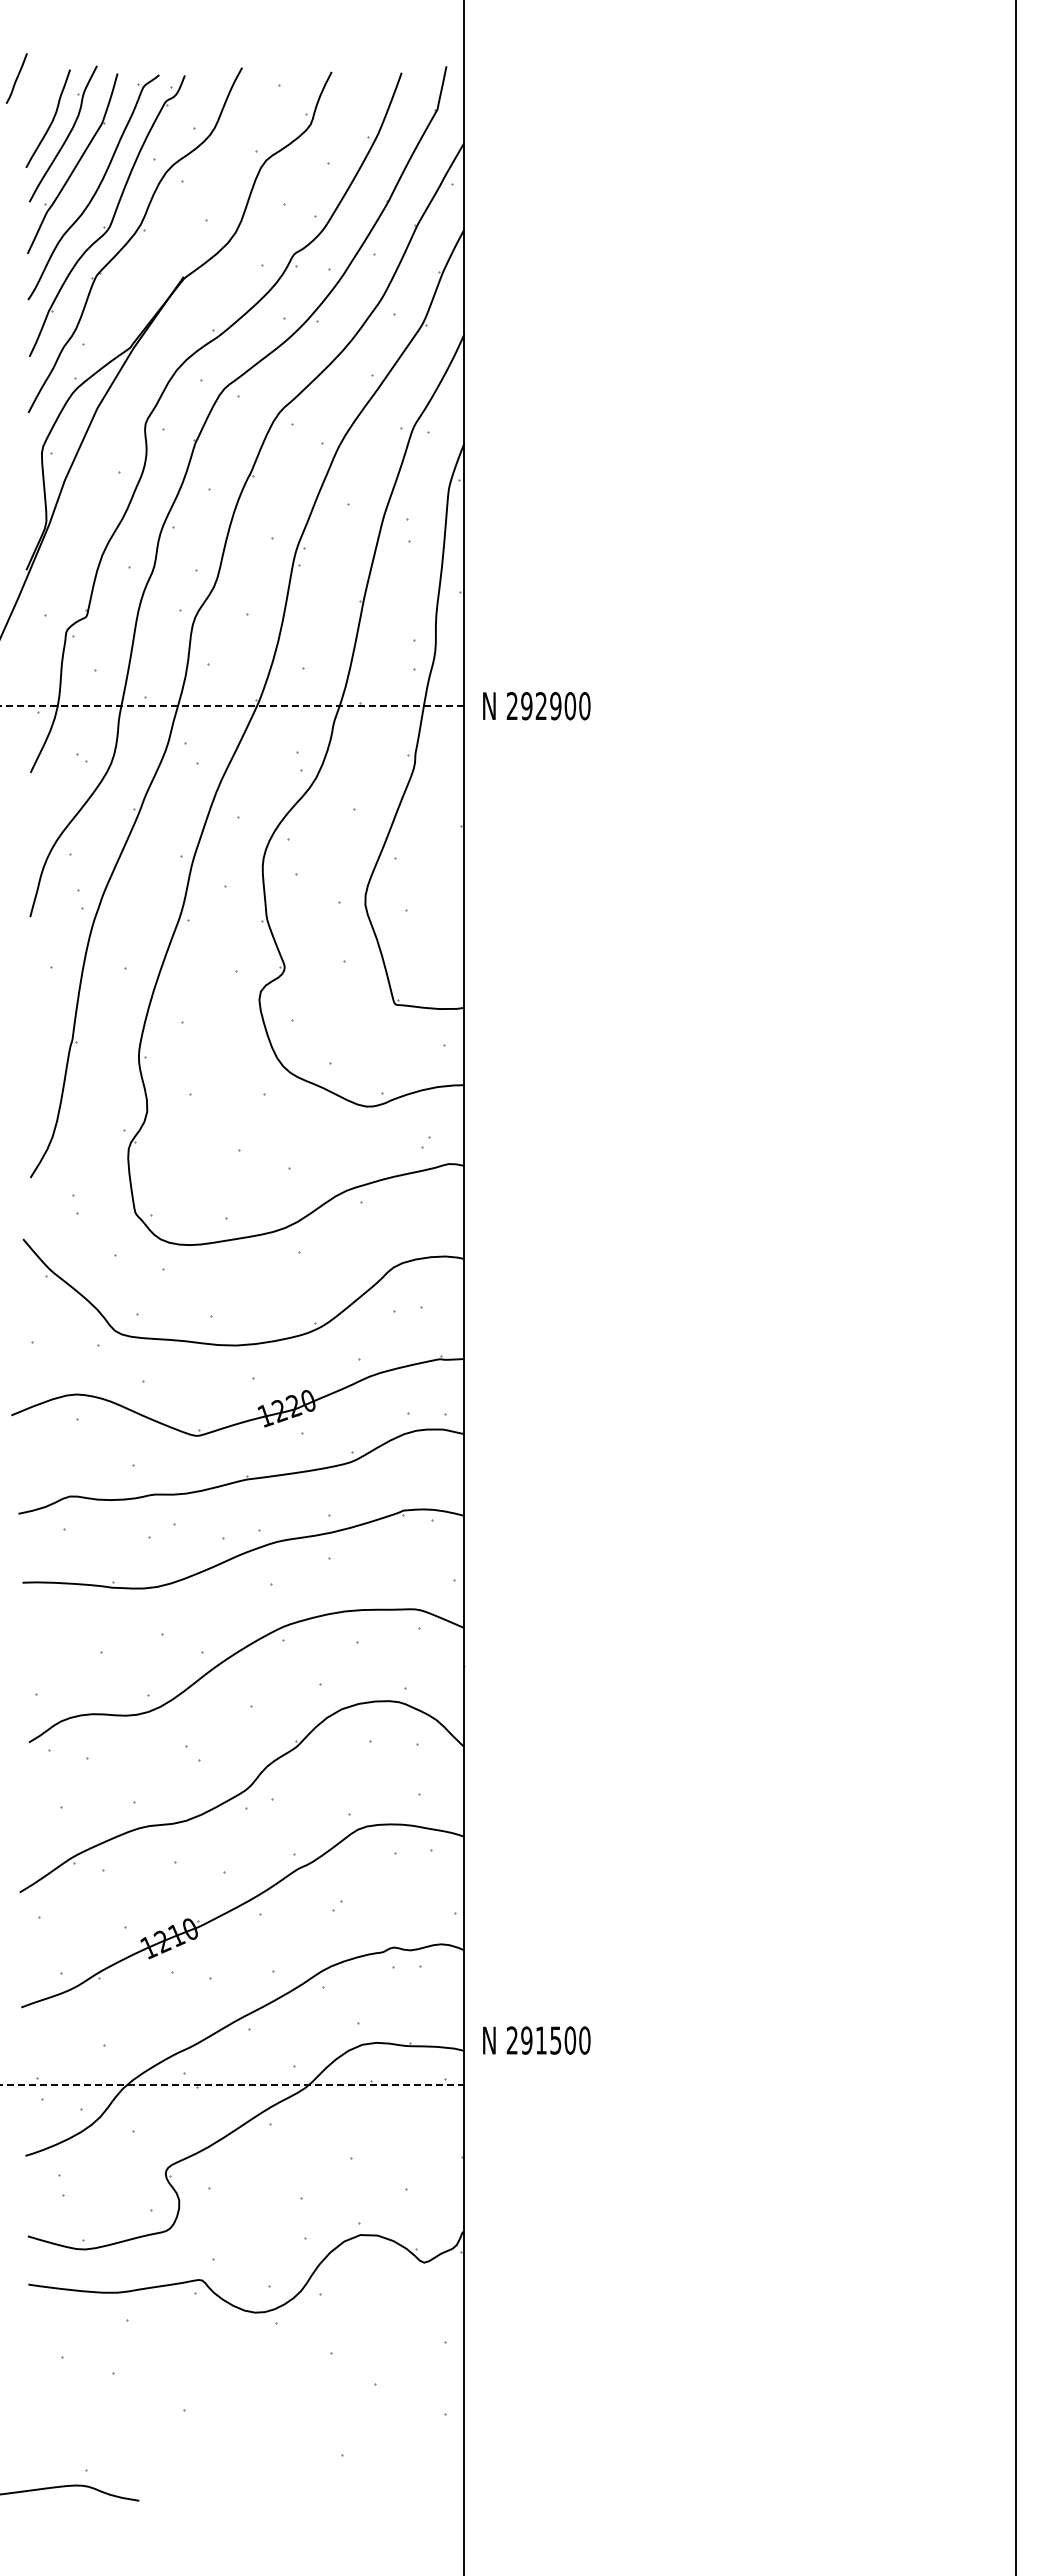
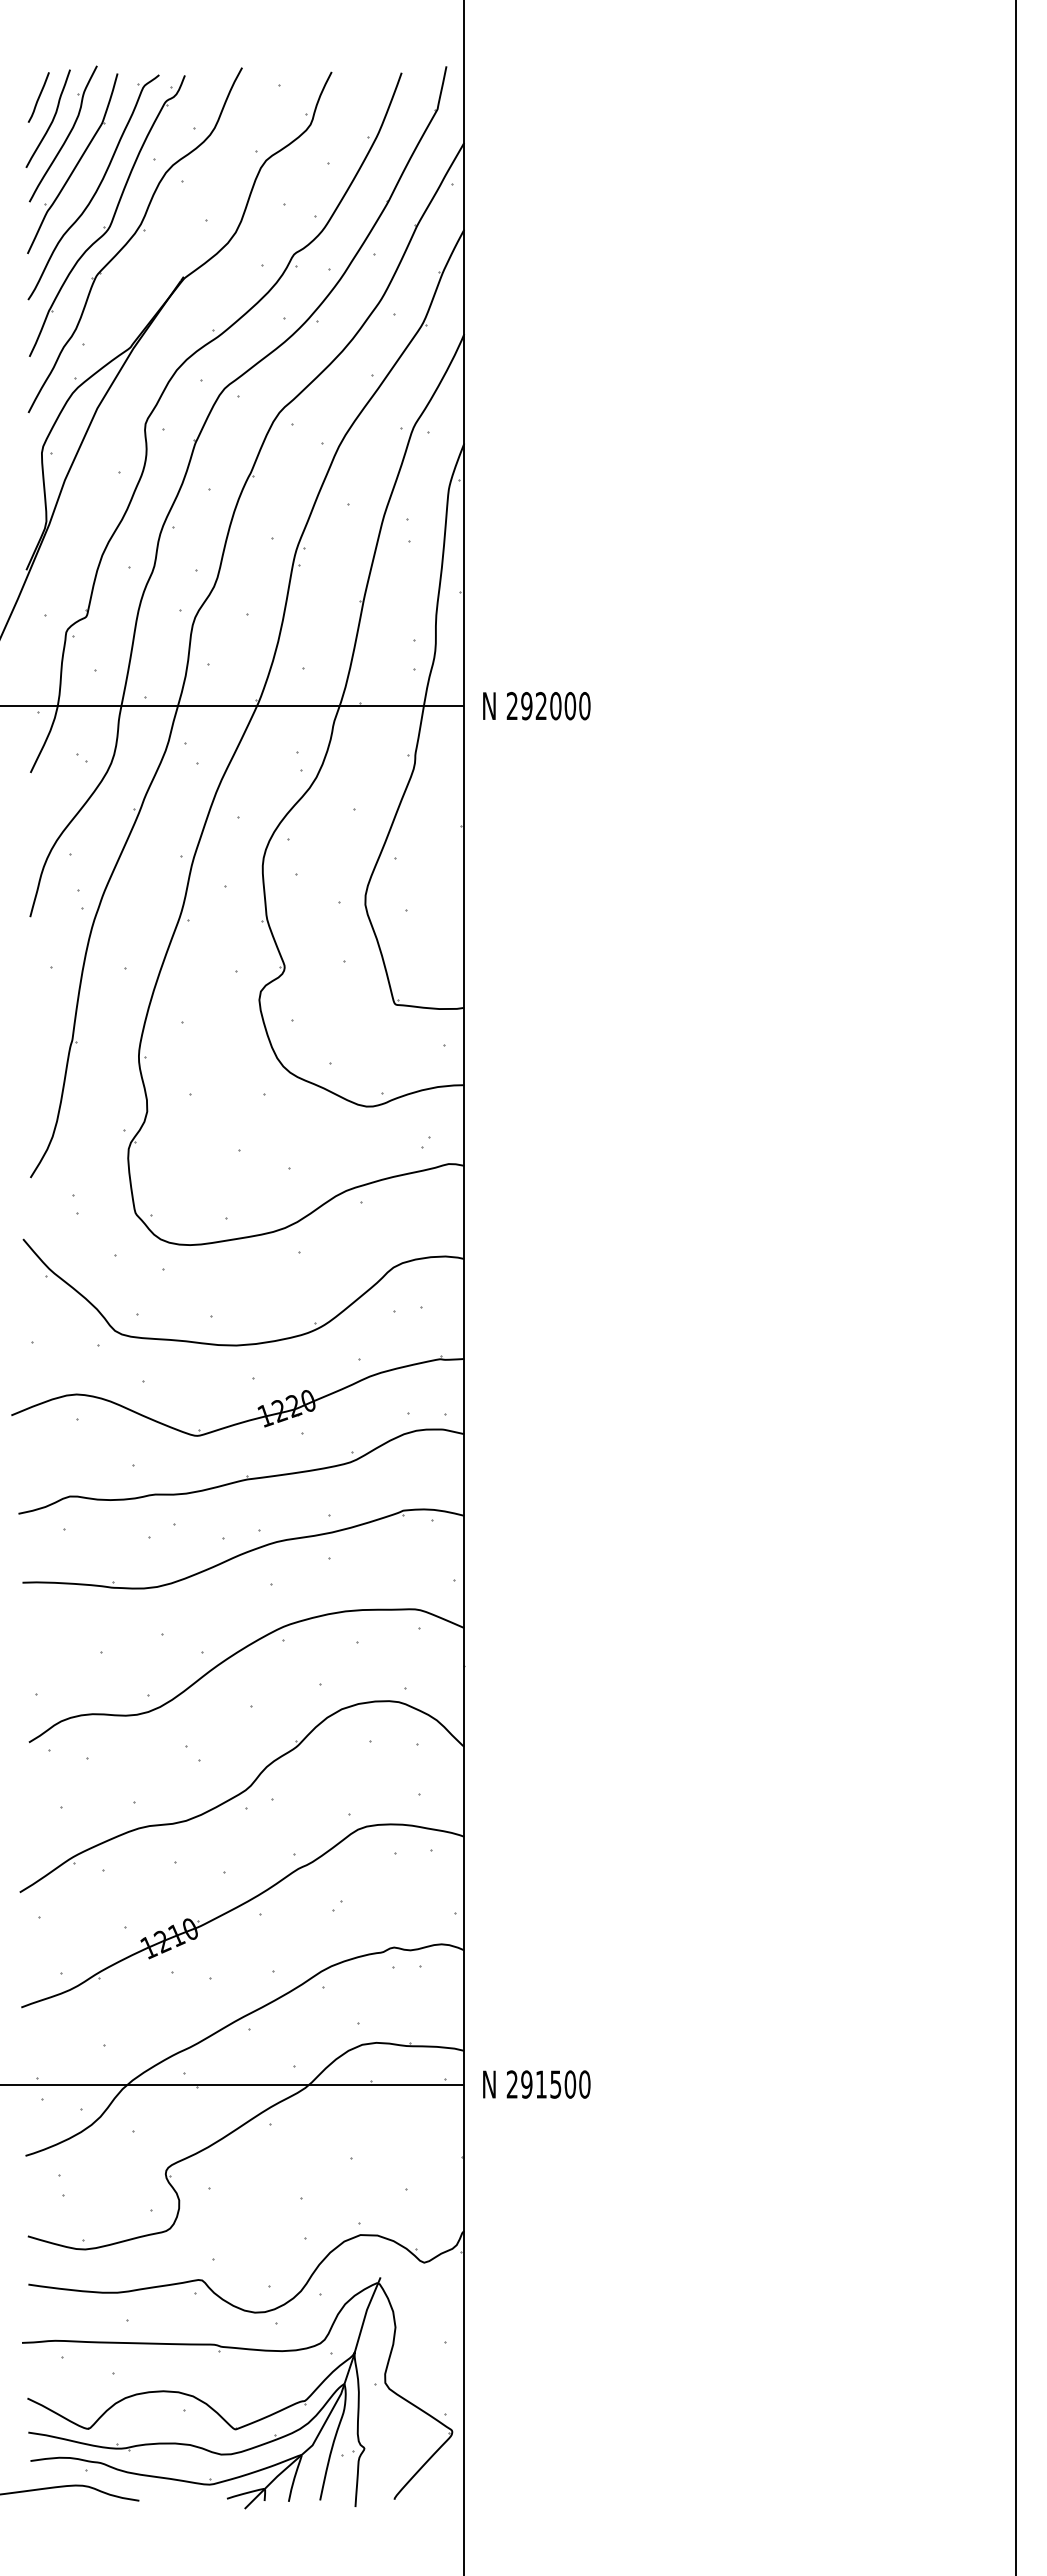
line at (16, 78) position: (16, 78) -> (38, 97)
line at (232, 706): dashed -> solid
text at (555, 706): 292900 -> 292000
text at (536, 2040) position: (536, 2040) -> (536, 2084)
line at (232, 2084): dashed -> solid
part at (218, 2412): none -> present
